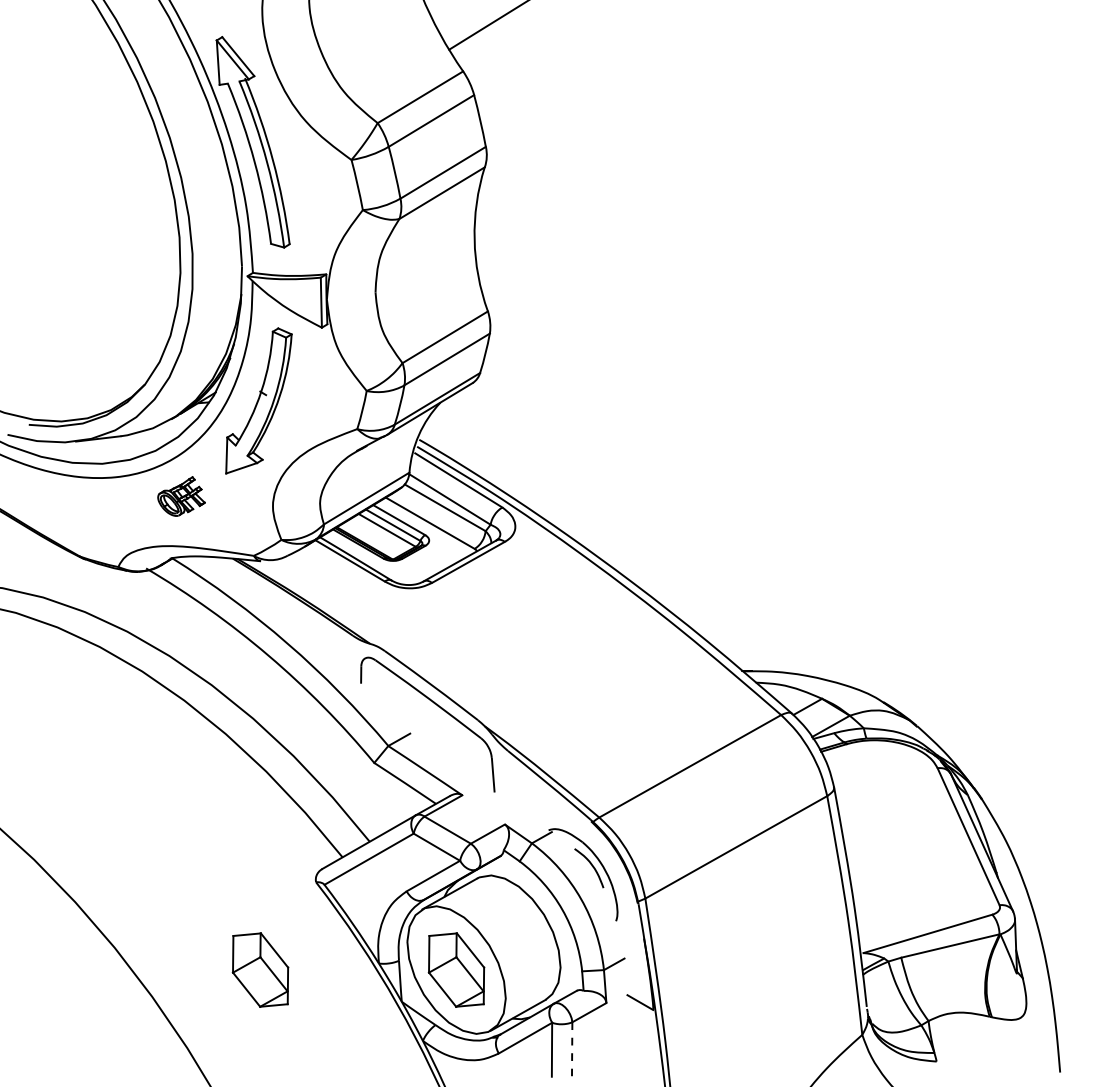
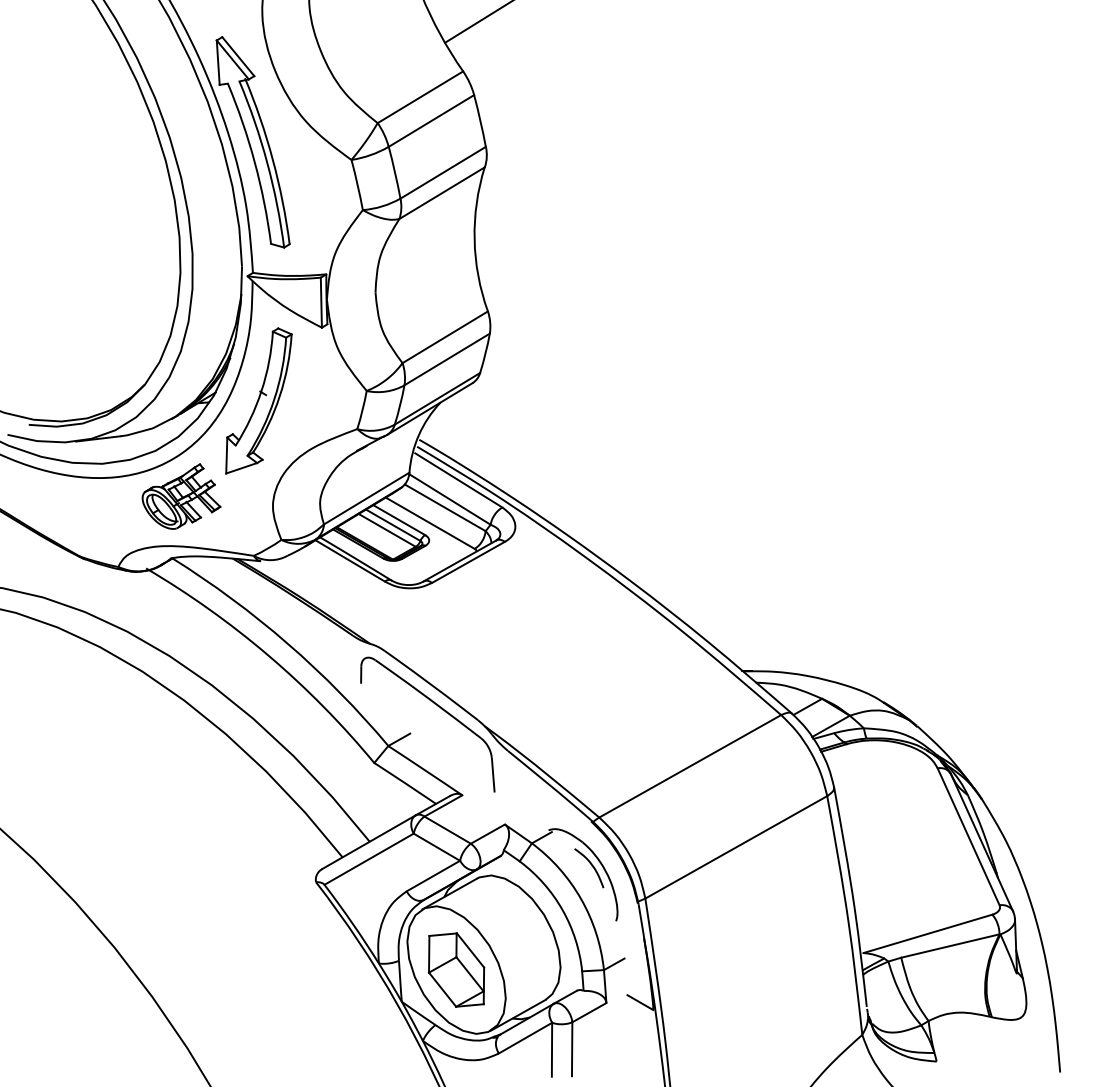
line at (487, 25) position: (487, 25) -> (477, 22)
part at (181, 496) size: 49x41 px -> 81x67 px
part at (260, 969): present -> none
line at (572, 1049): dashed -> solid
